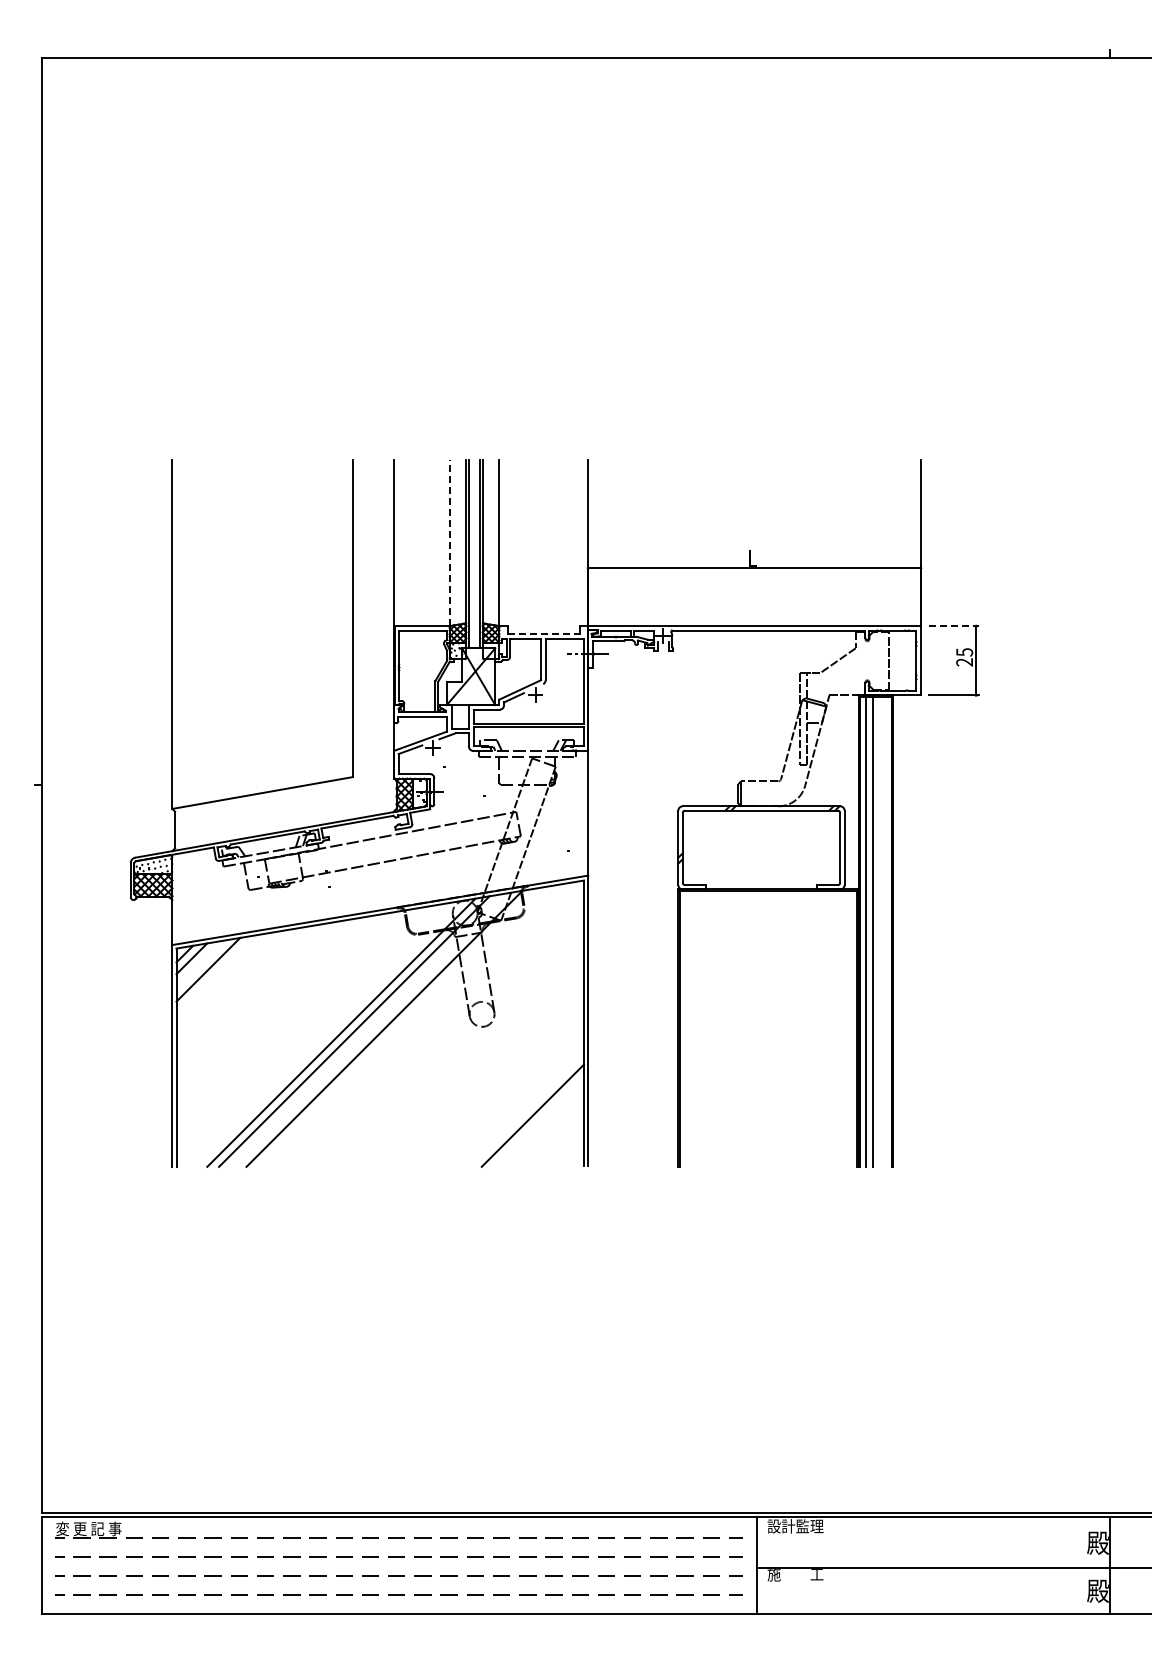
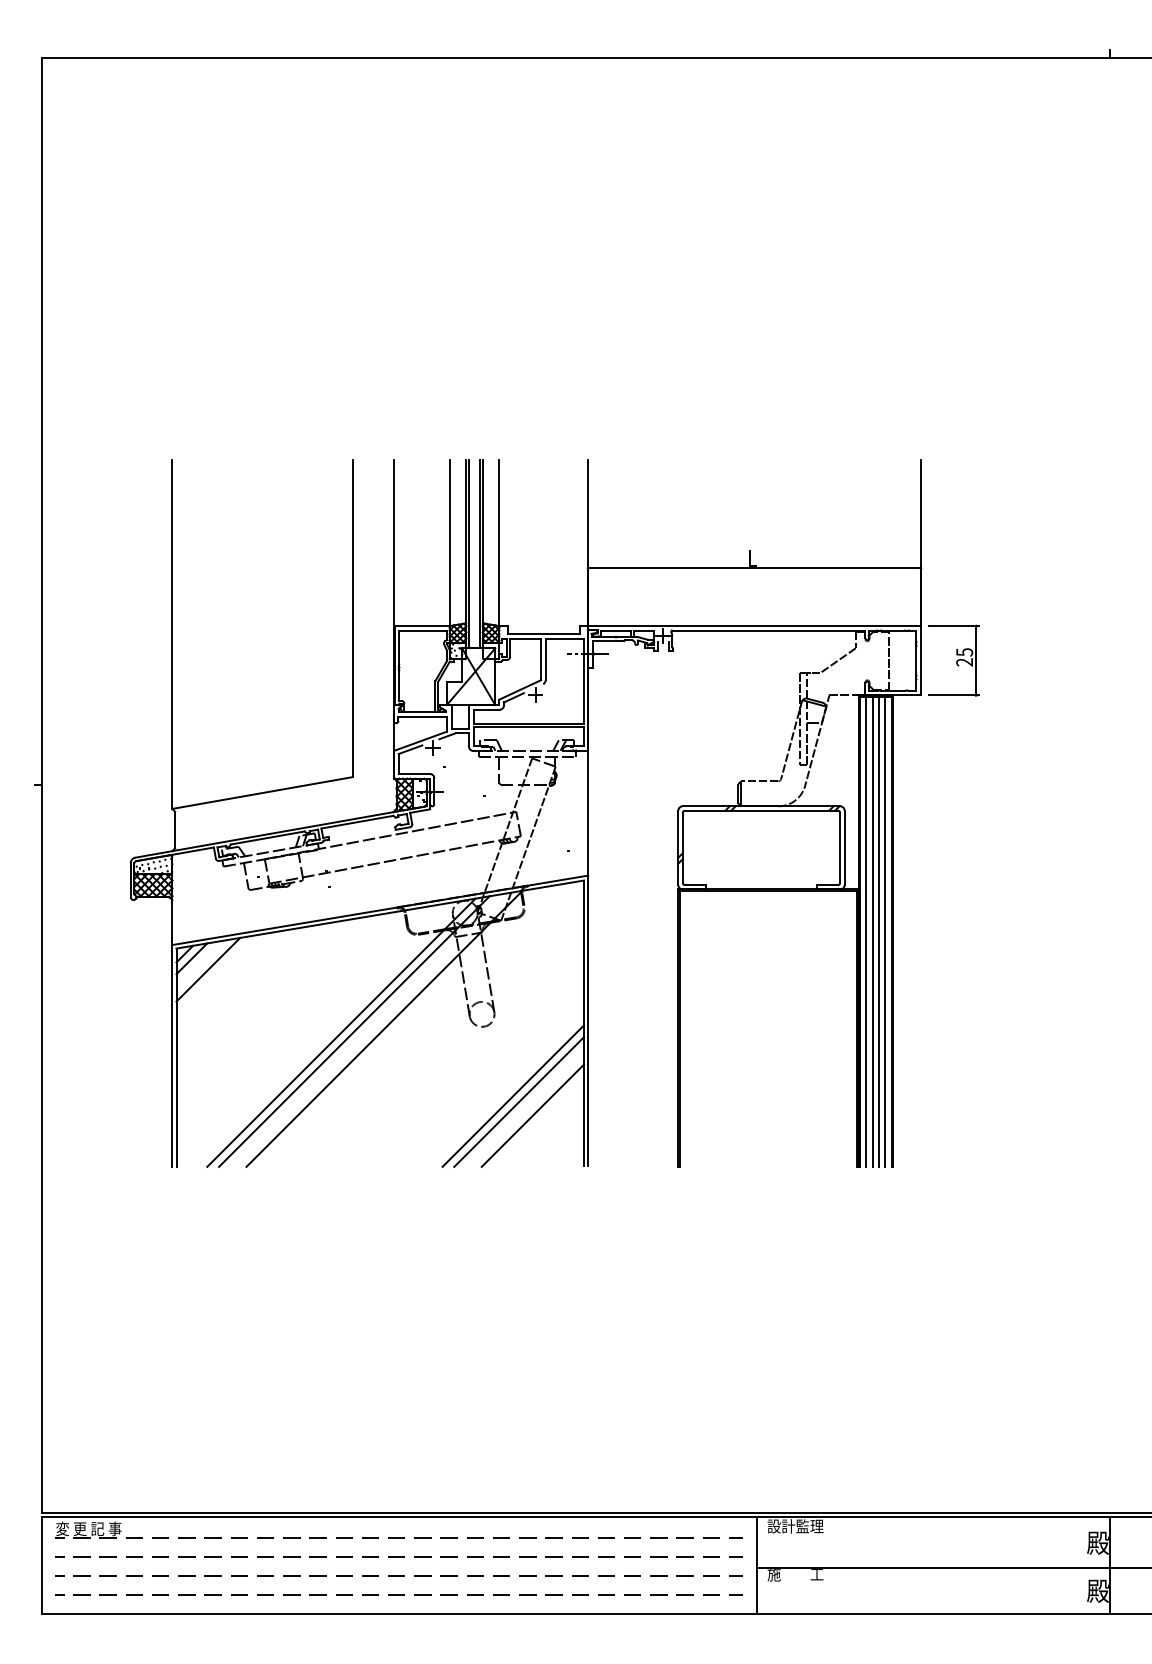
line at (449, 542): dashed -> solid
line at (954, 626): dashed -> solid
line at (544, 634): dashed -> solid
line at (879, 931): none -> present
line at (885, 931): none -> present
line at (513, 1095): none -> present
line at (519, 1101): none -> present
